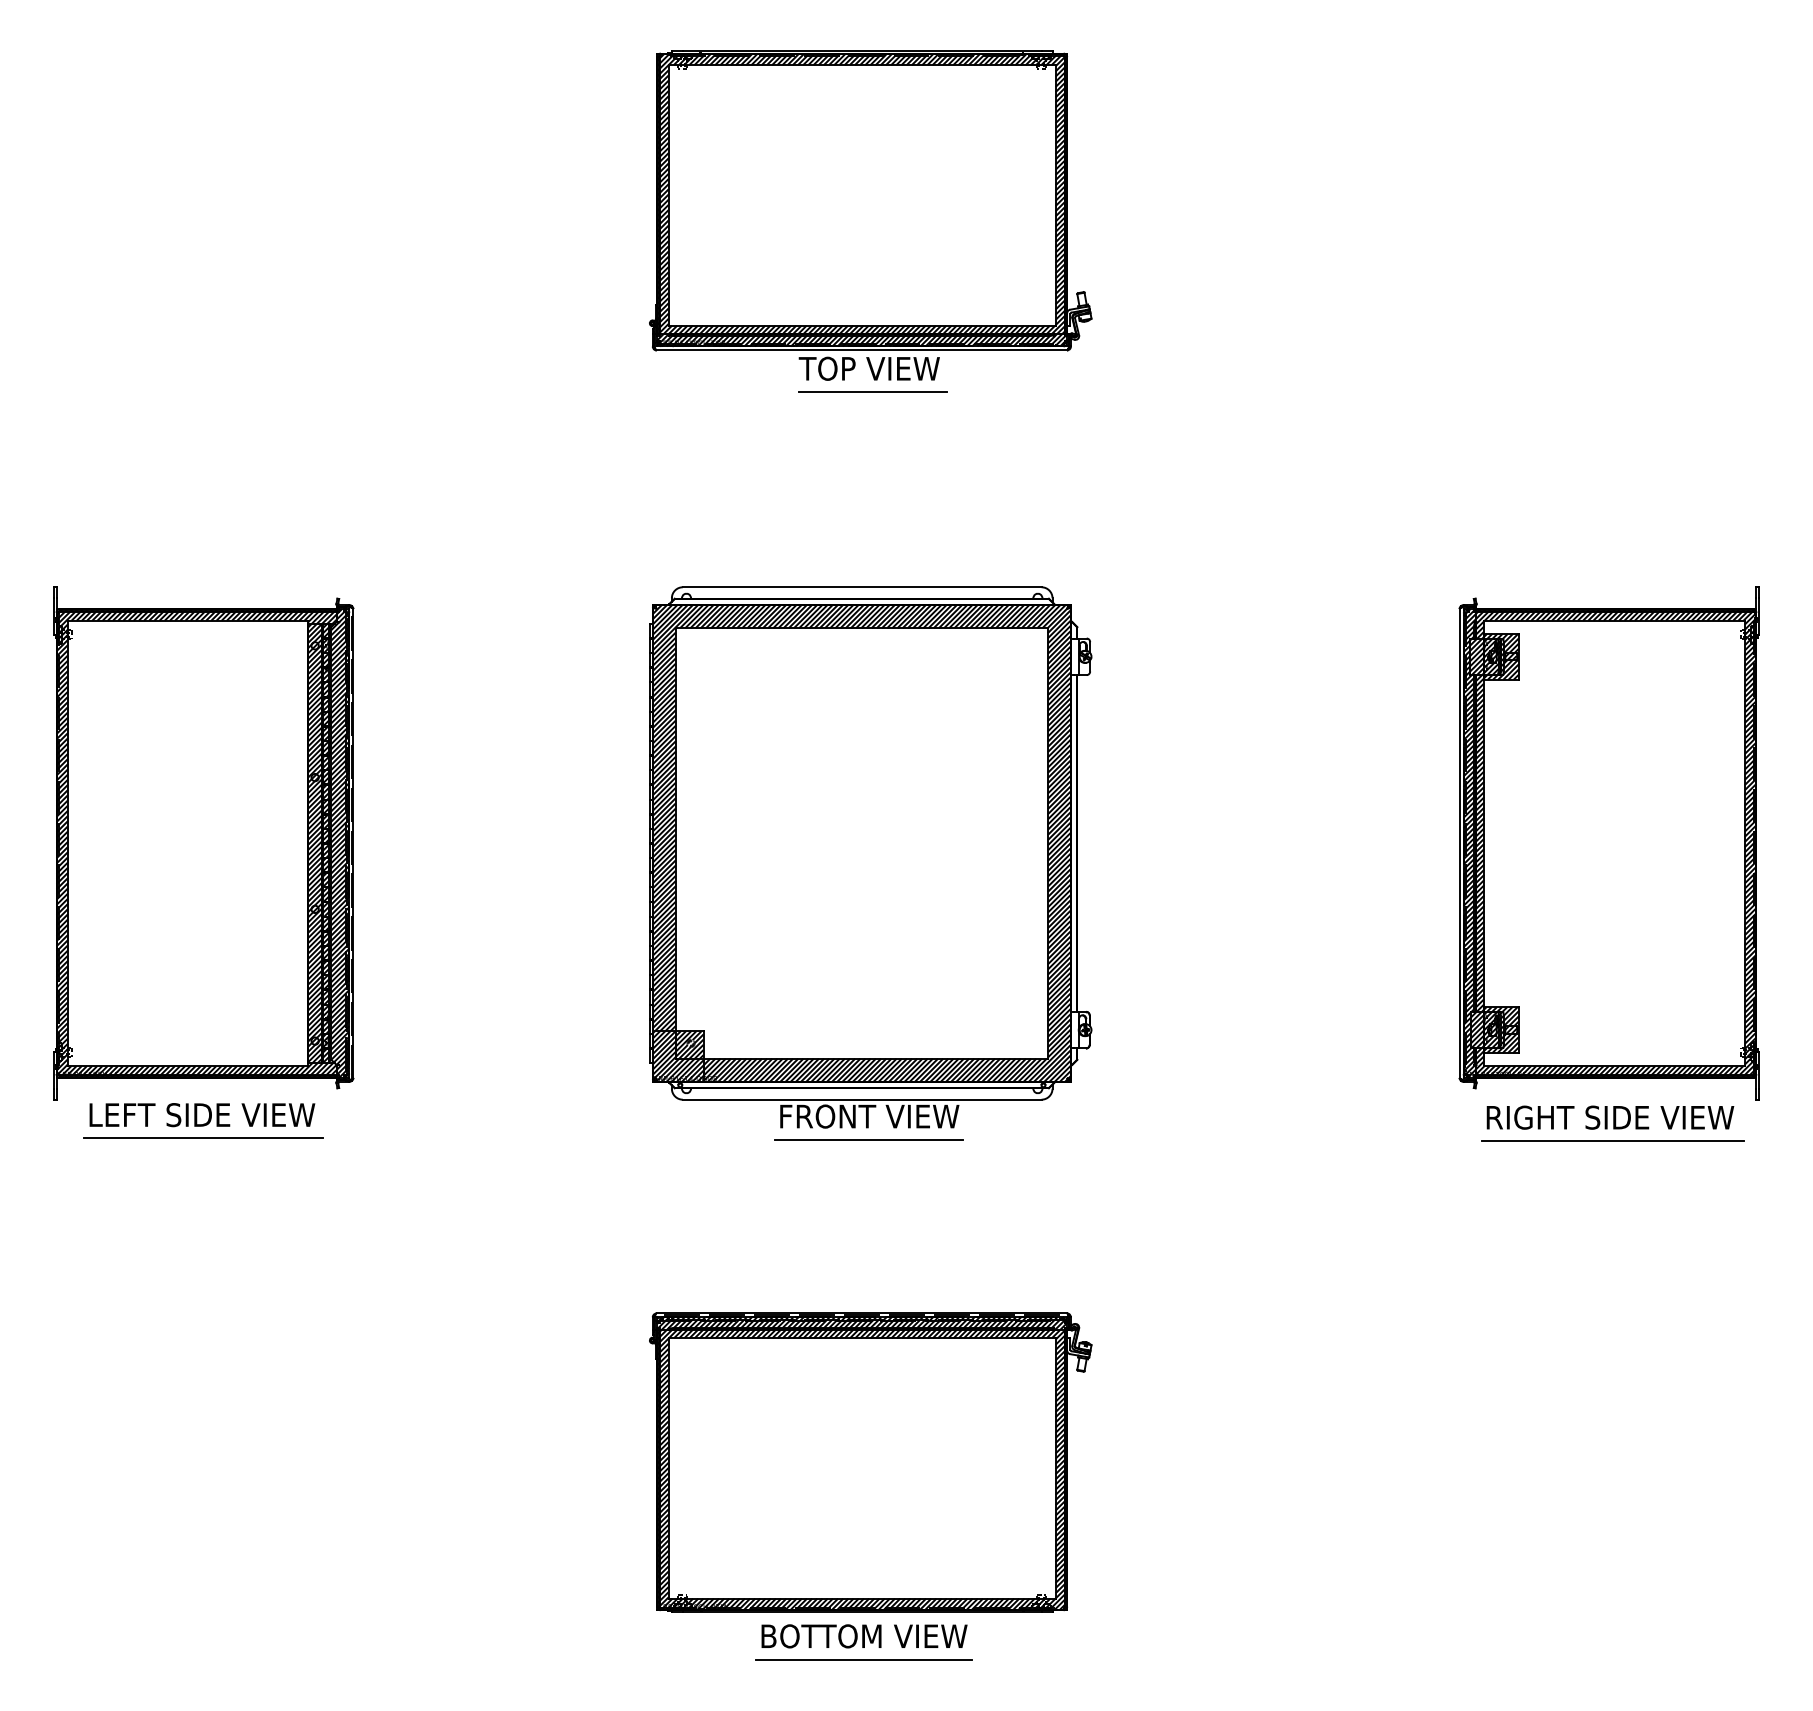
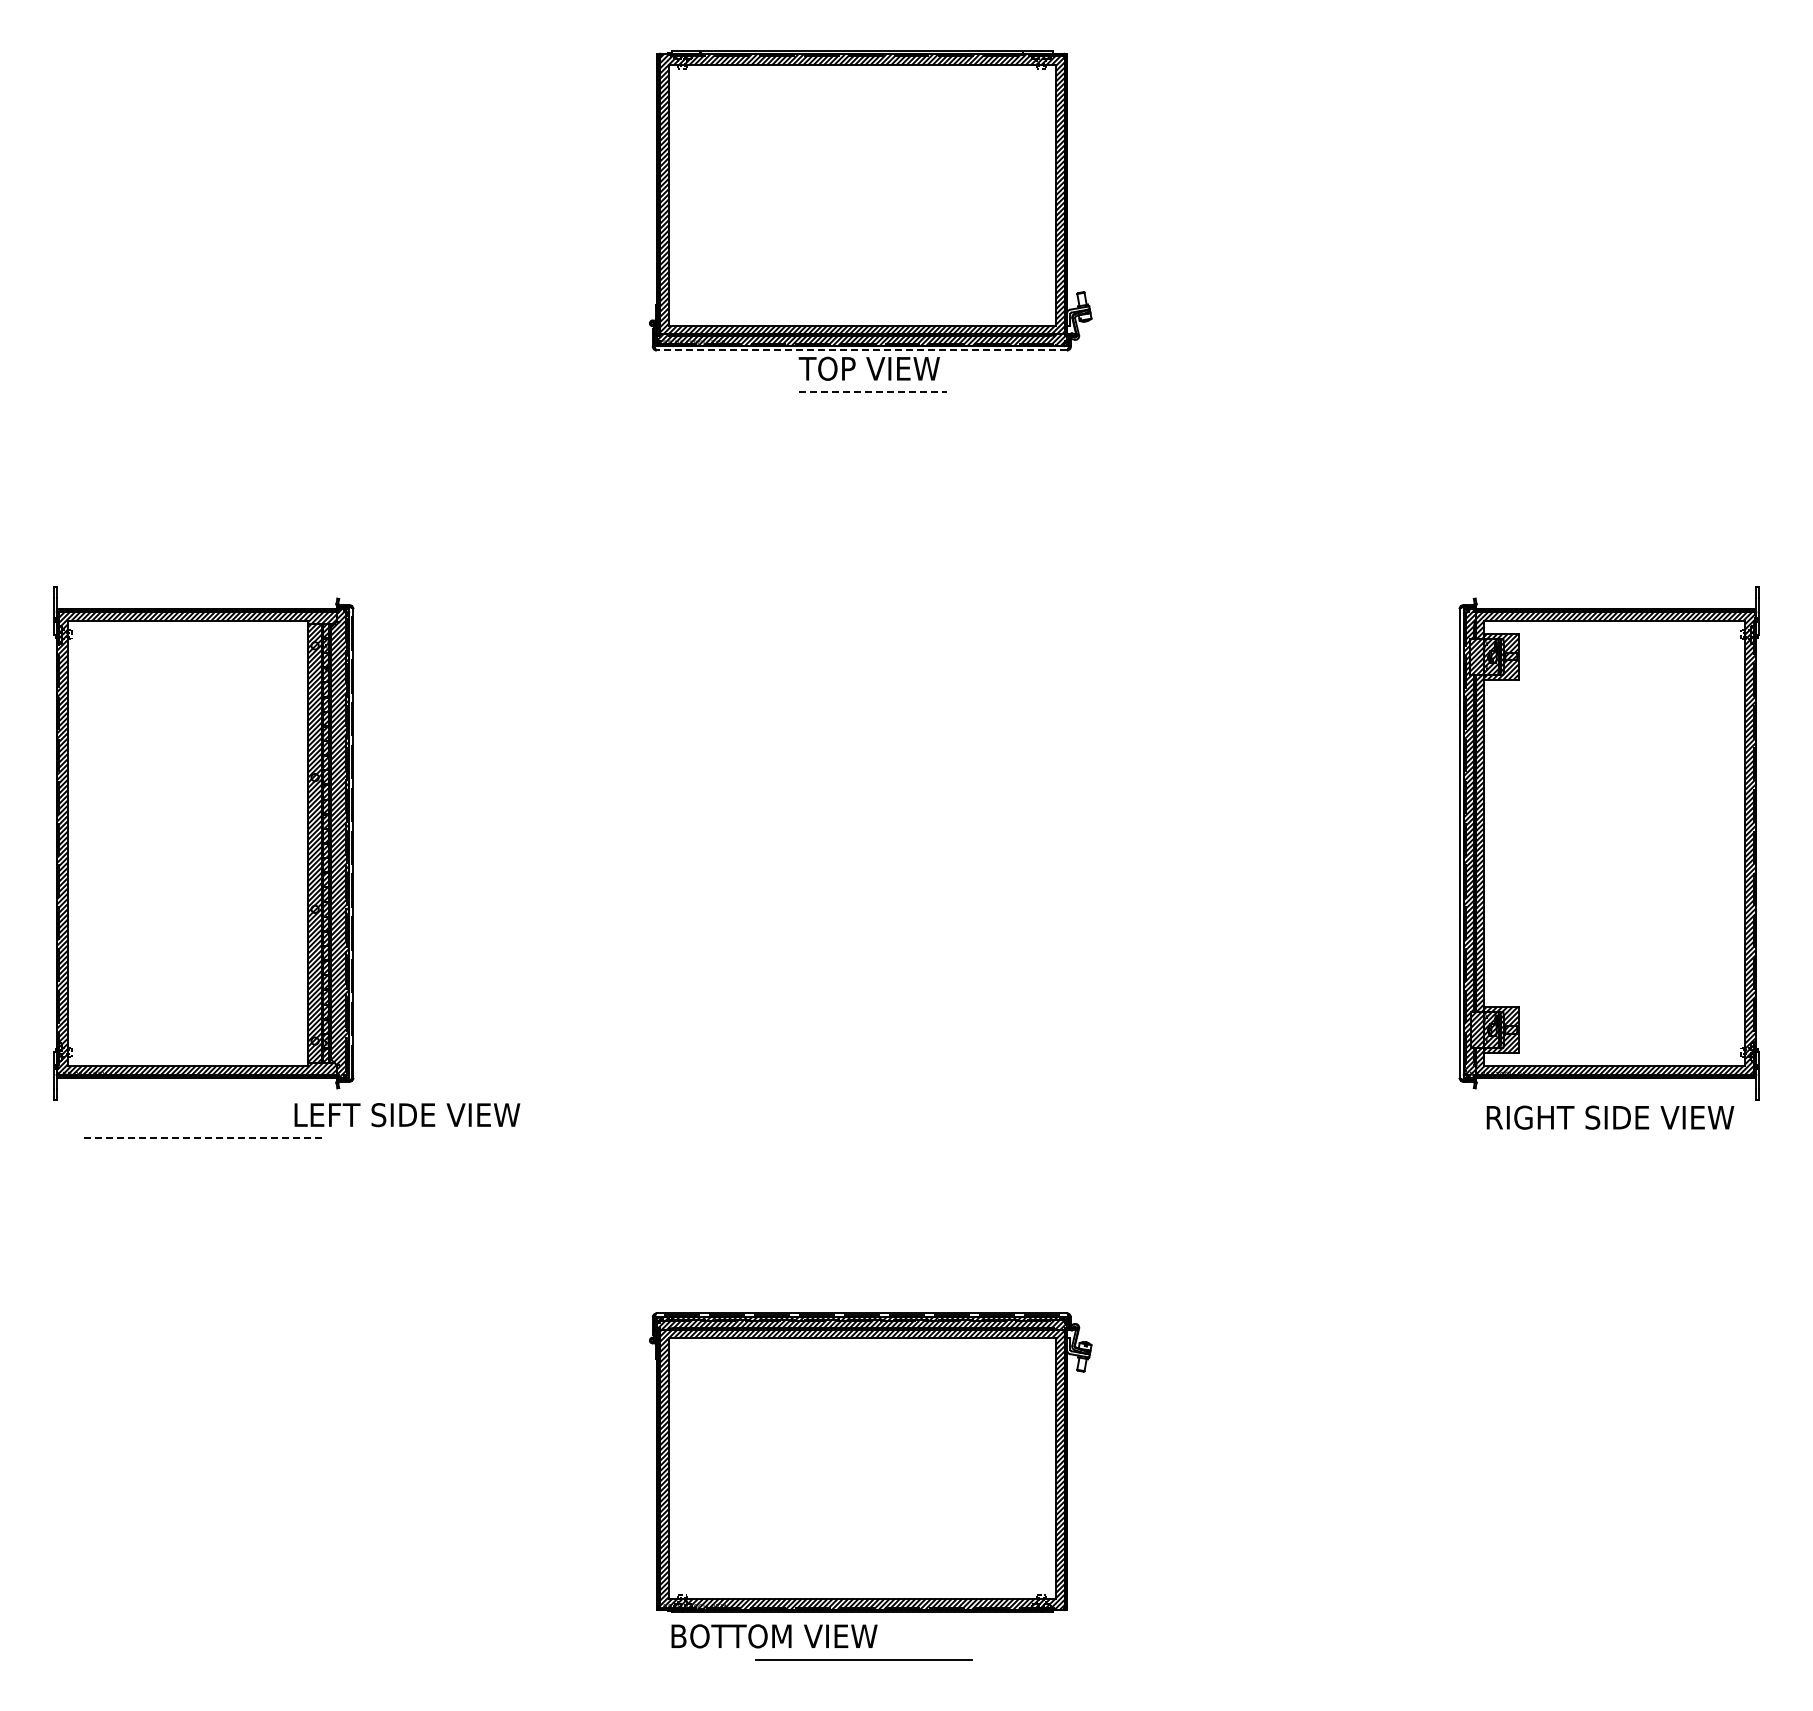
line at (861, 350): solid -> dashed
line at (872, 391): solid -> dashed
part at (870, 857): present -> none
text at (202, 1115) position: (202, 1115) -> (407, 1115)
line at (203, 1138): solid -> dashed
line at (868, 1139): present -> none
line at (1612, 1140): present -> none
text at (864, 1636) position: (864, 1636) -> (774, 1636)
